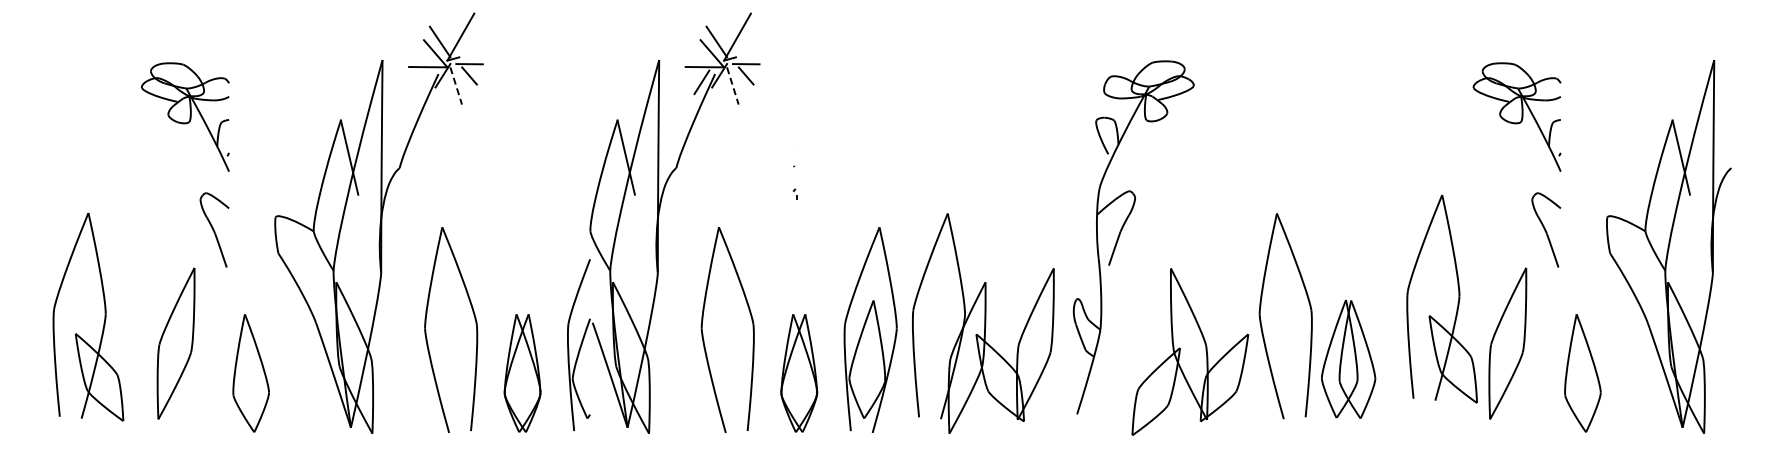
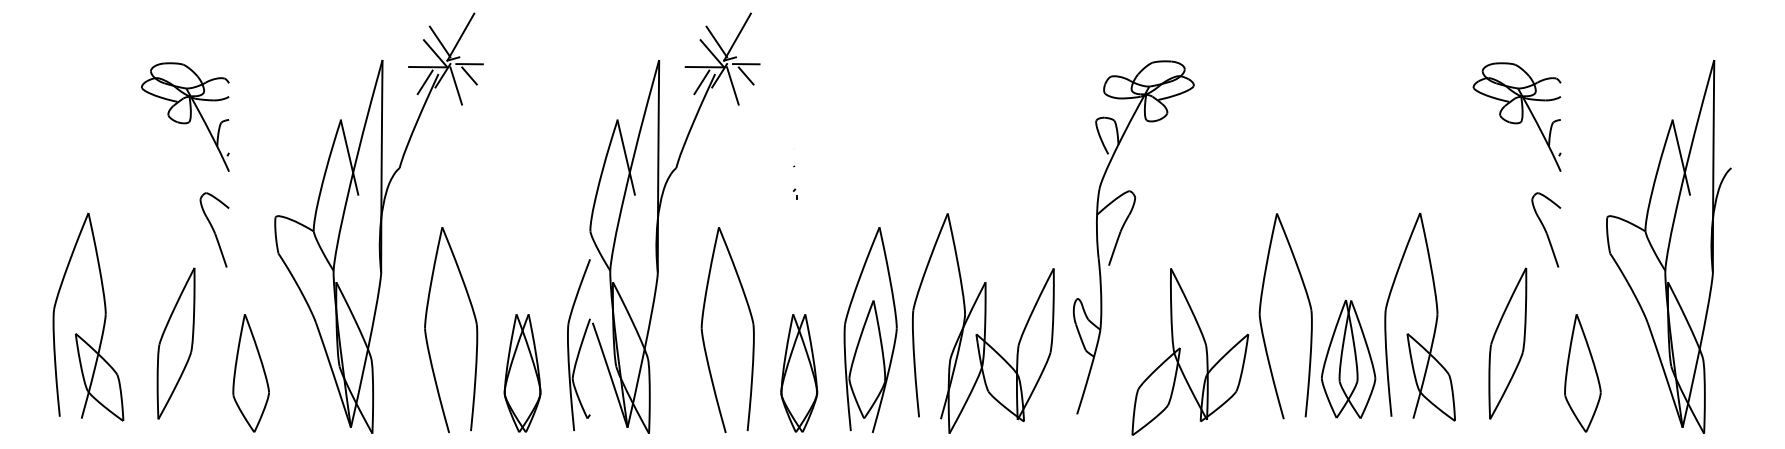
line at (424, 82): none -> present
line at (456, 86): dashed -> solid
line at (733, 86): dashed -> solid
part at (1457, 302) position: (1457, 302) -> (1435, 320)
